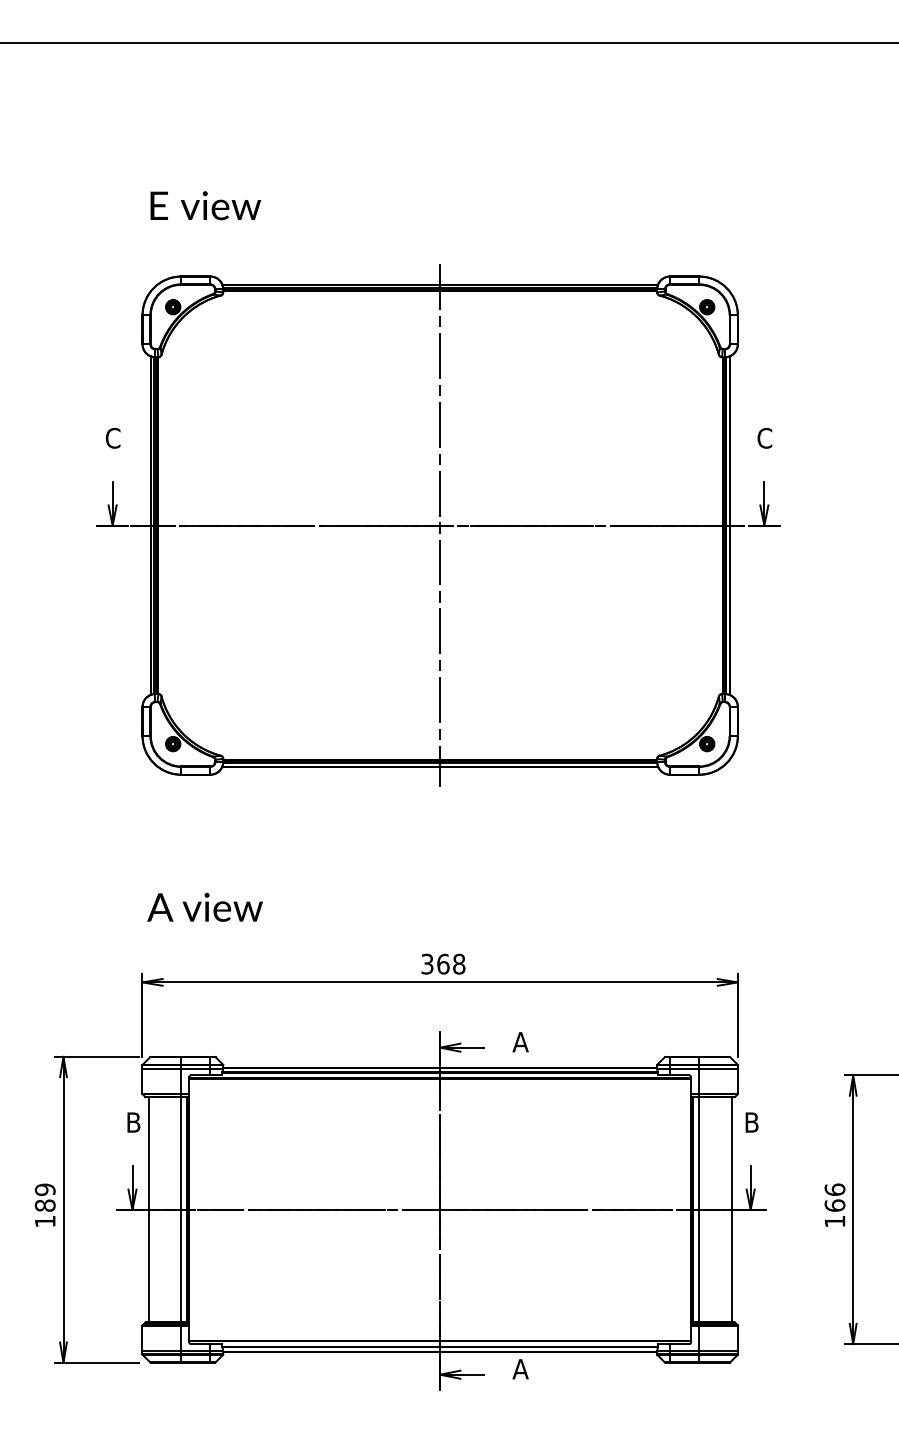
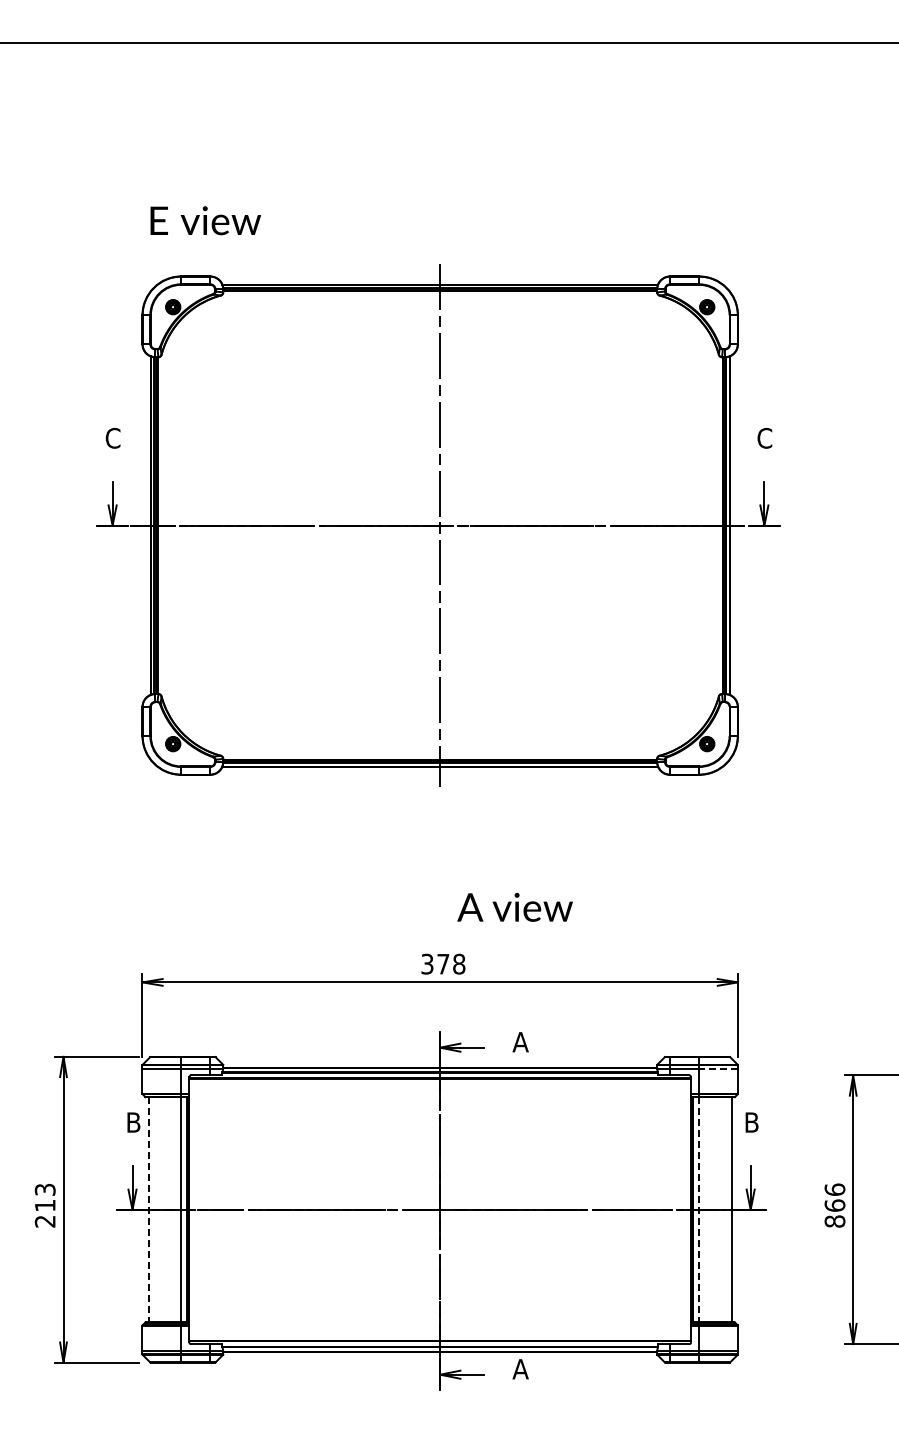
text at (205, 205) position: (205, 205) -> (205, 220)
text at (204, 907) position: (204, 907) -> (514, 907)
text at (443, 963): 368 -> 378
line at (718, 1069): solid -> dashed
text at (44, 1205): 189 -> 213
line at (148, 1210): solid -> dashed
line at (699, 1210): solid -> dashed
text at (834, 1221): 166 -> 866
